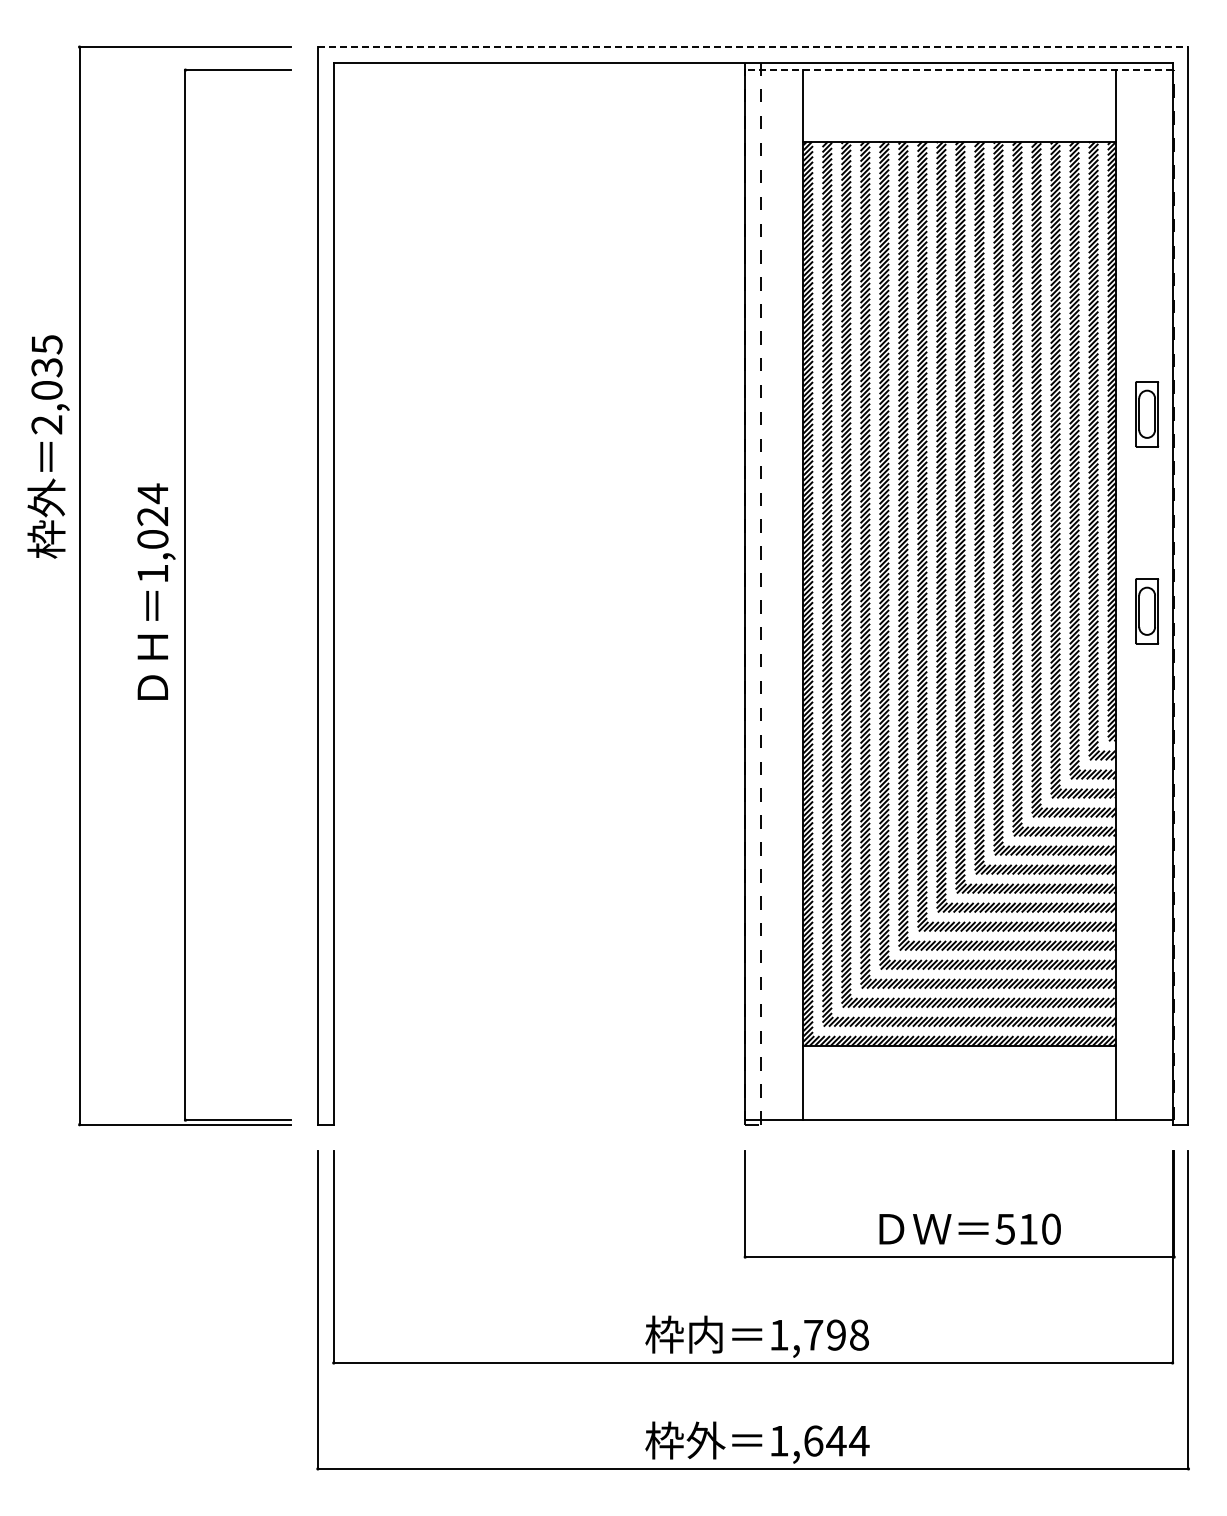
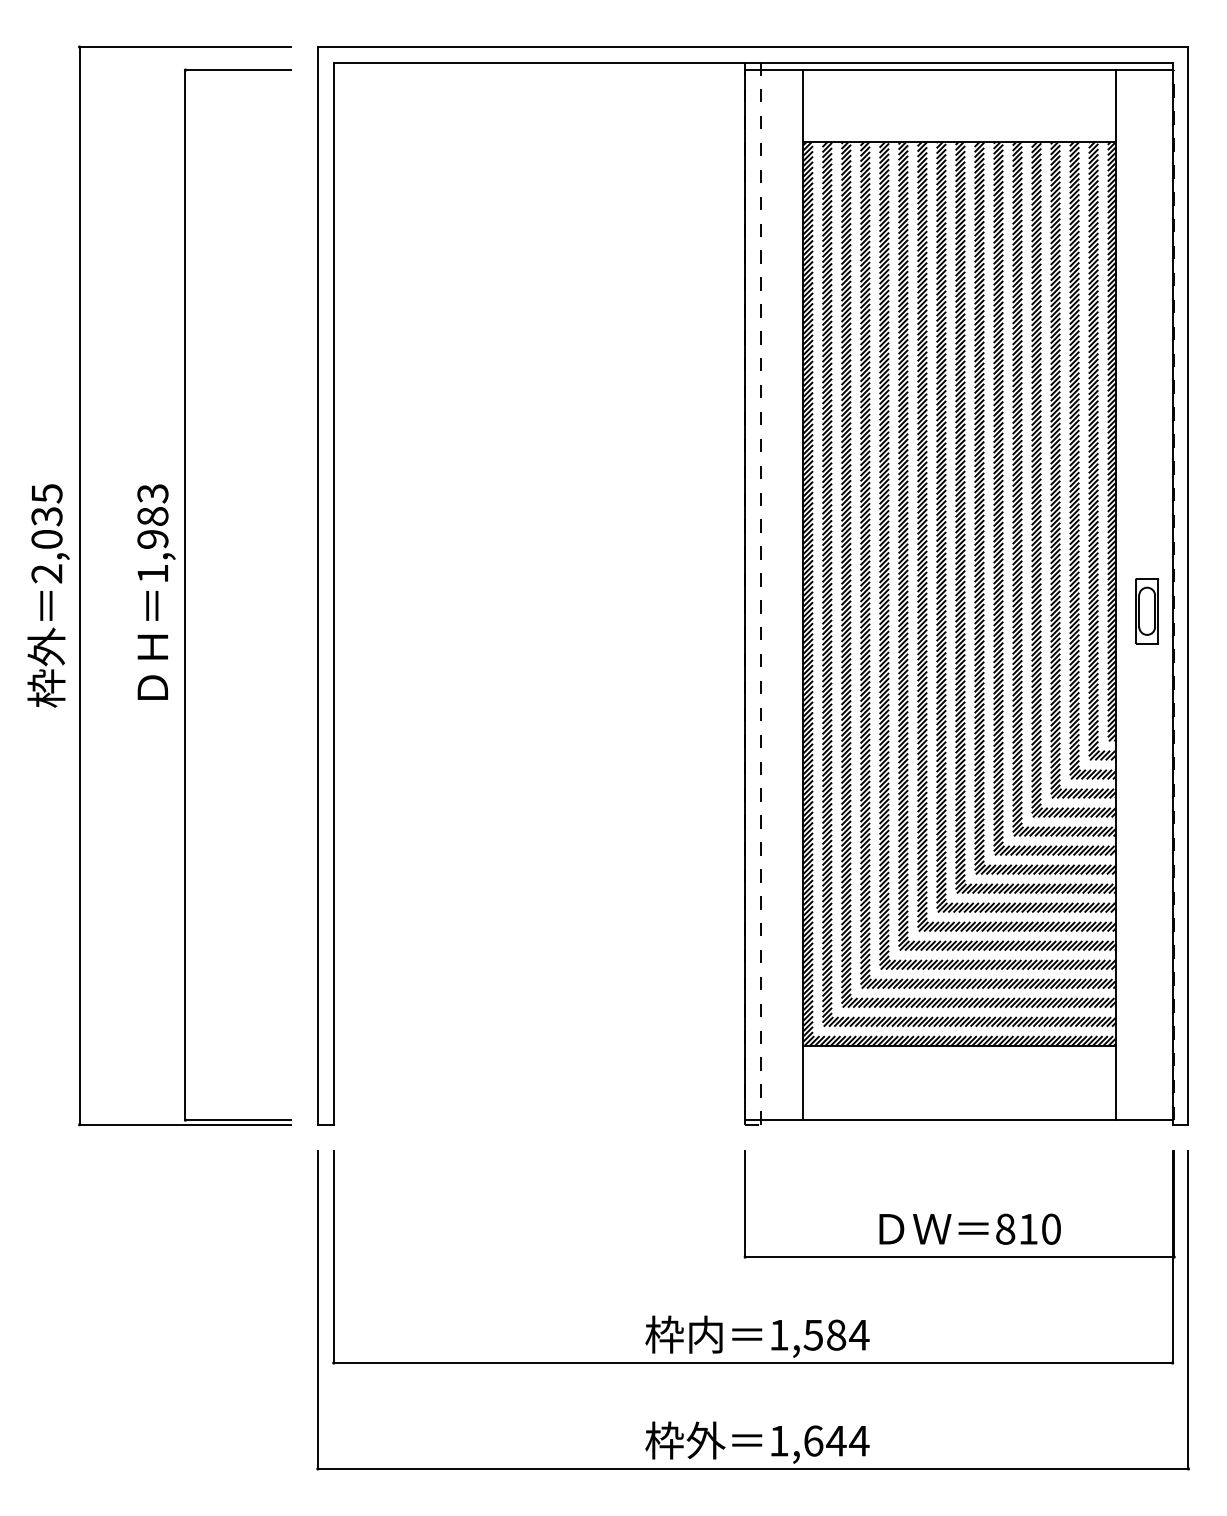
line at (753, 47): dashed -> solid
line at (958, 70): dashed -> solid
part at (1147, 414): present -> none
text at (48, 446) position: (48, 446) -> (48, 595)
text at (152, 515): 1,024 -> 1,983
text at (1005, 1228): 510 -> 810
text at (836, 1334): 1,798 -> 1,584
